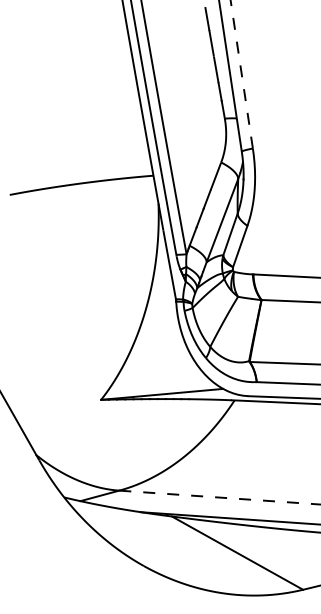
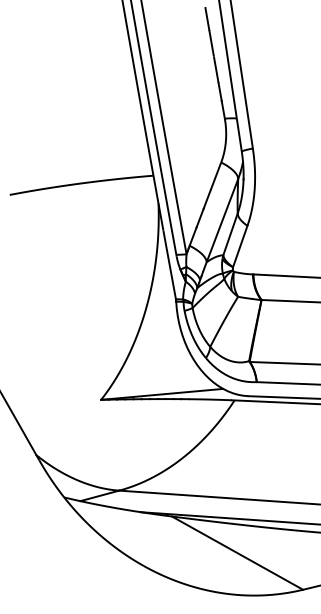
line at (241, 74): dashed -> solid
line at (220, 497): dashed -> solid
